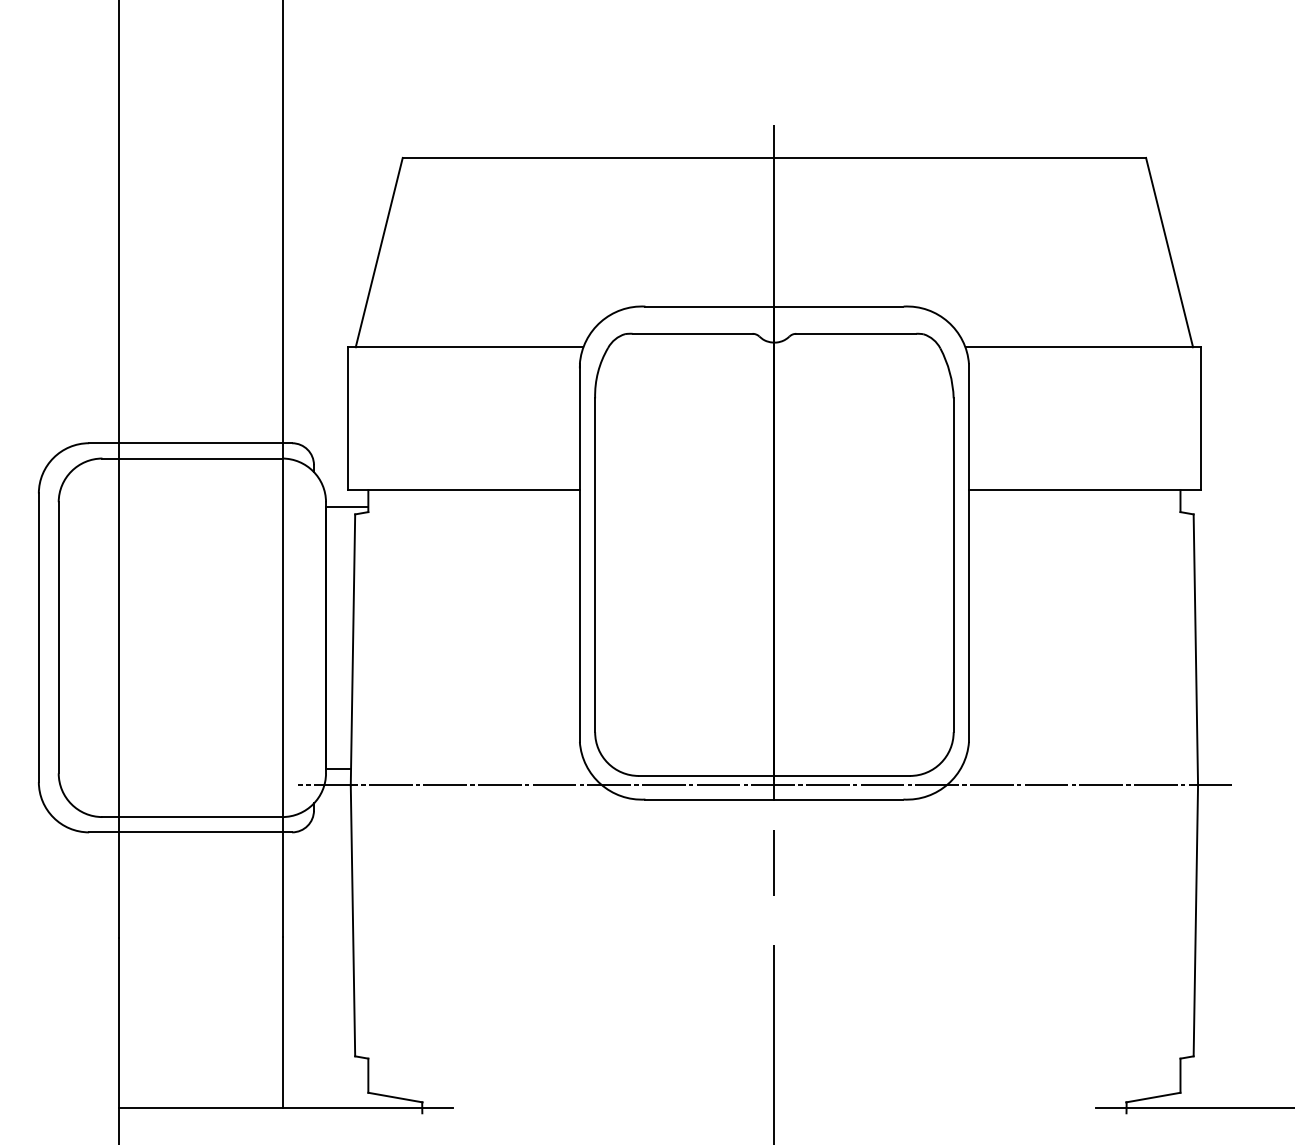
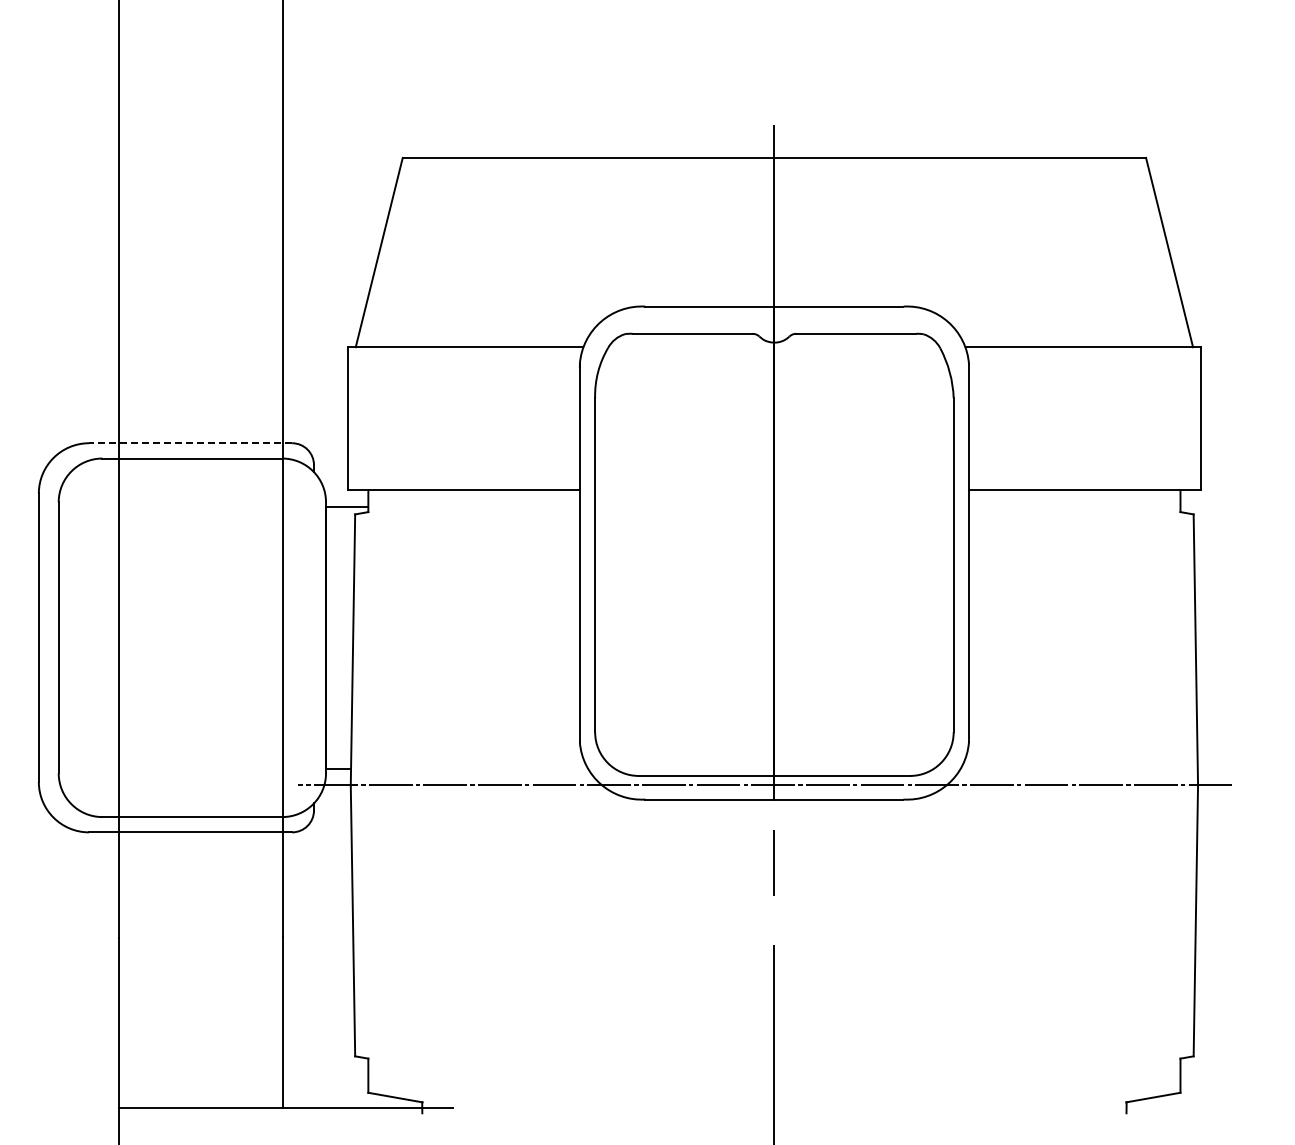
line at (190, 443): solid -> dashed
line at (1193, 1107): present -> none
